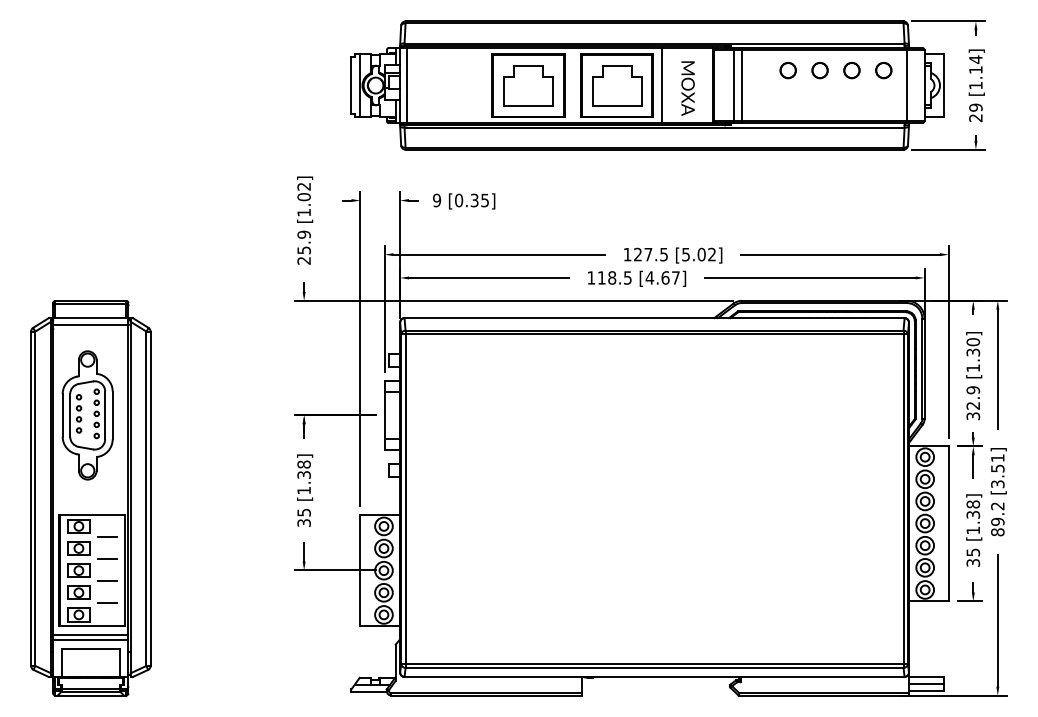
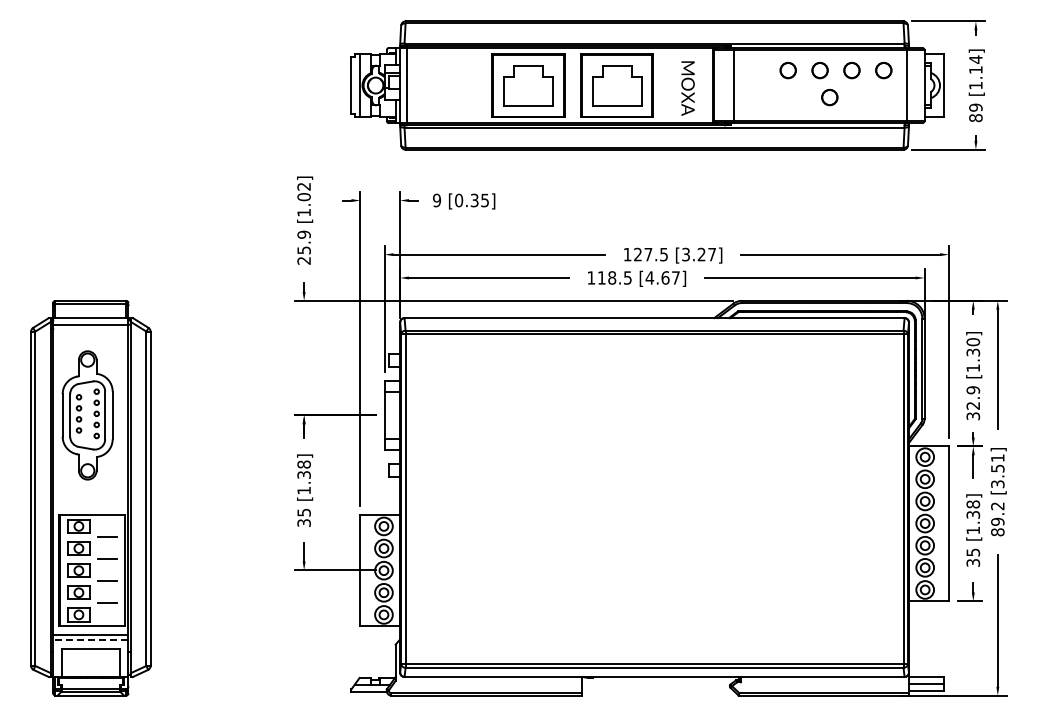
line at (662, 85): present -> none
line at (741, 85): present -> none
part at (829, 97): none -> present
text at (975, 118): 29 -> 89
text at (698, 254): [5.02] -> [3.27]
line at (90, 640): solid -> dashed
